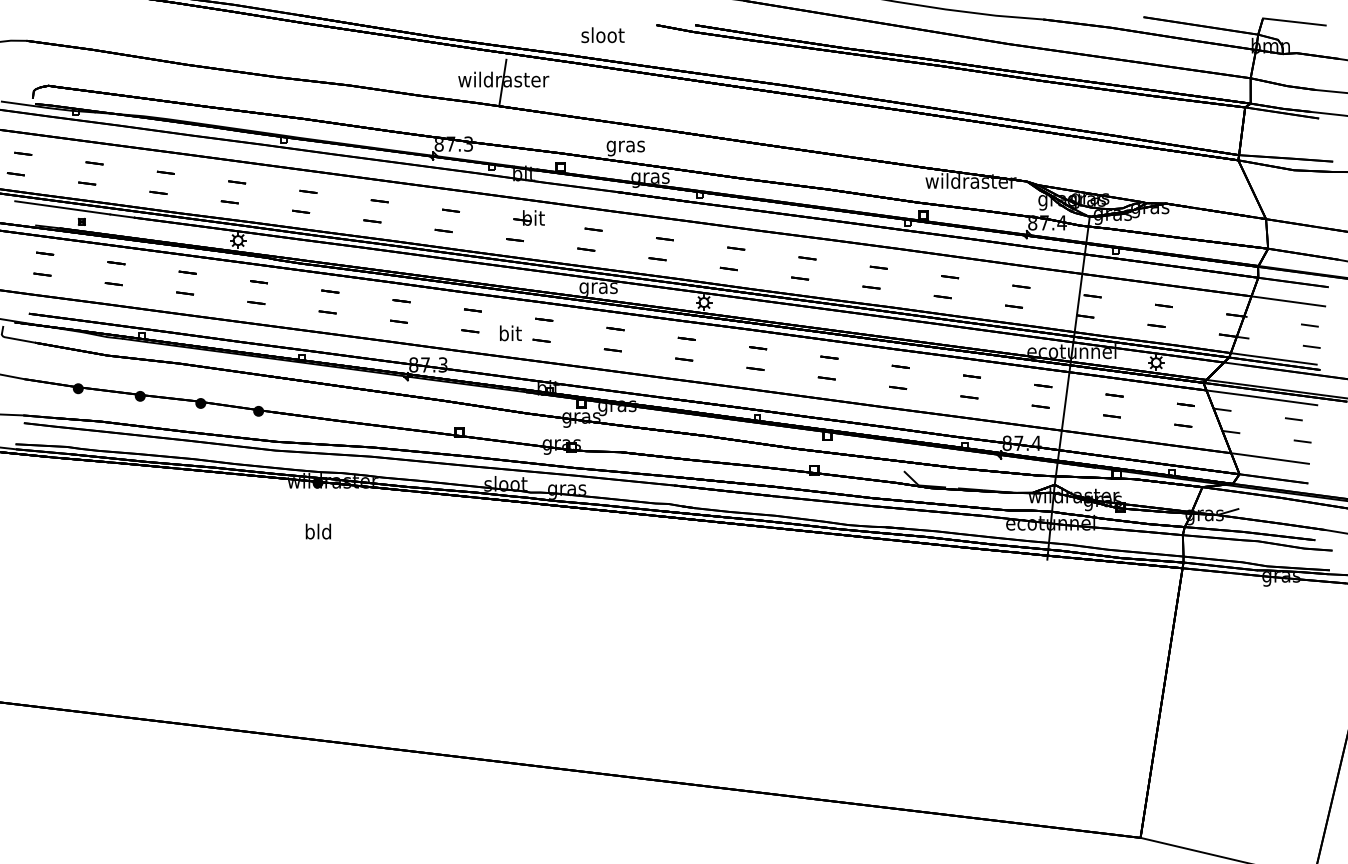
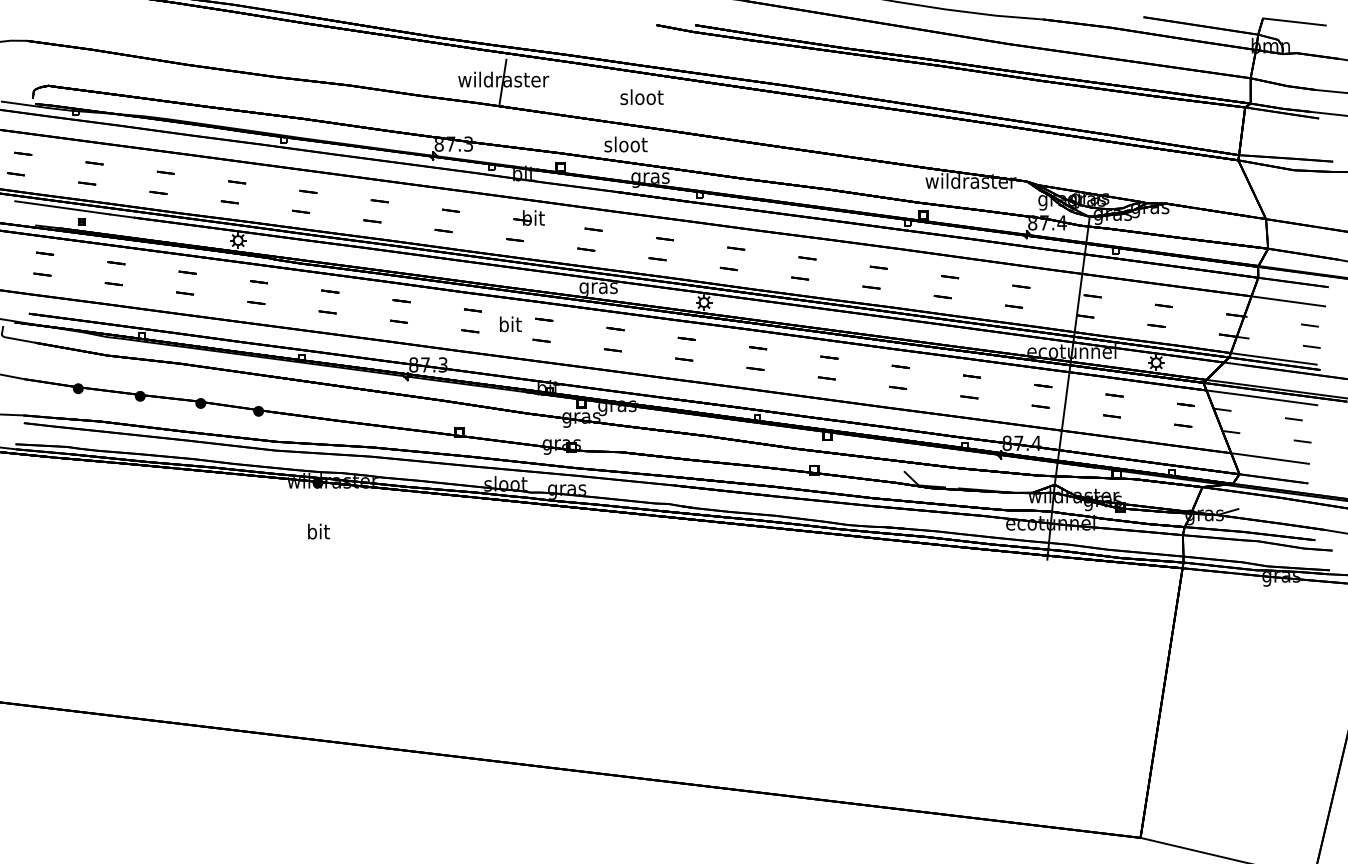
text at (602, 35) position: (602, 35) -> (641, 97)
text at (625, 146): gras -> sloot
text at (510, 333) position: (510, 333) -> (510, 324)
text at (318, 531): bld -> bit
